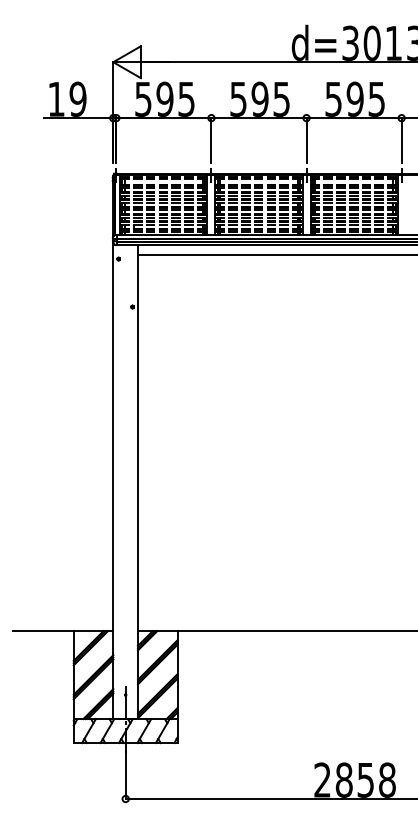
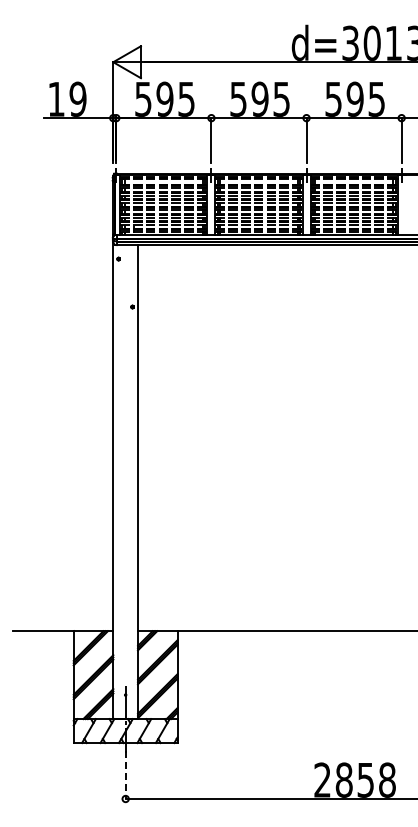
line at (275, 254): present -> none
line at (125, 775): solid -> dashed
